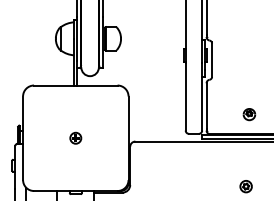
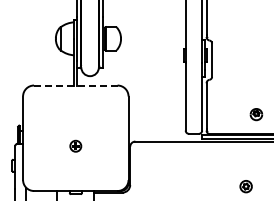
line at (75, 85): solid -> dashed
part at (249, 114) position: (249, 114) -> (256, 114)
part at (75, 137) position: (75, 137) -> (75, 145)
